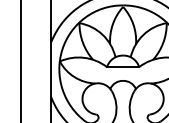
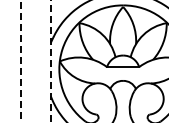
line at (50, 60): solid -> dashed
line at (20, 61): solid -> dashed
